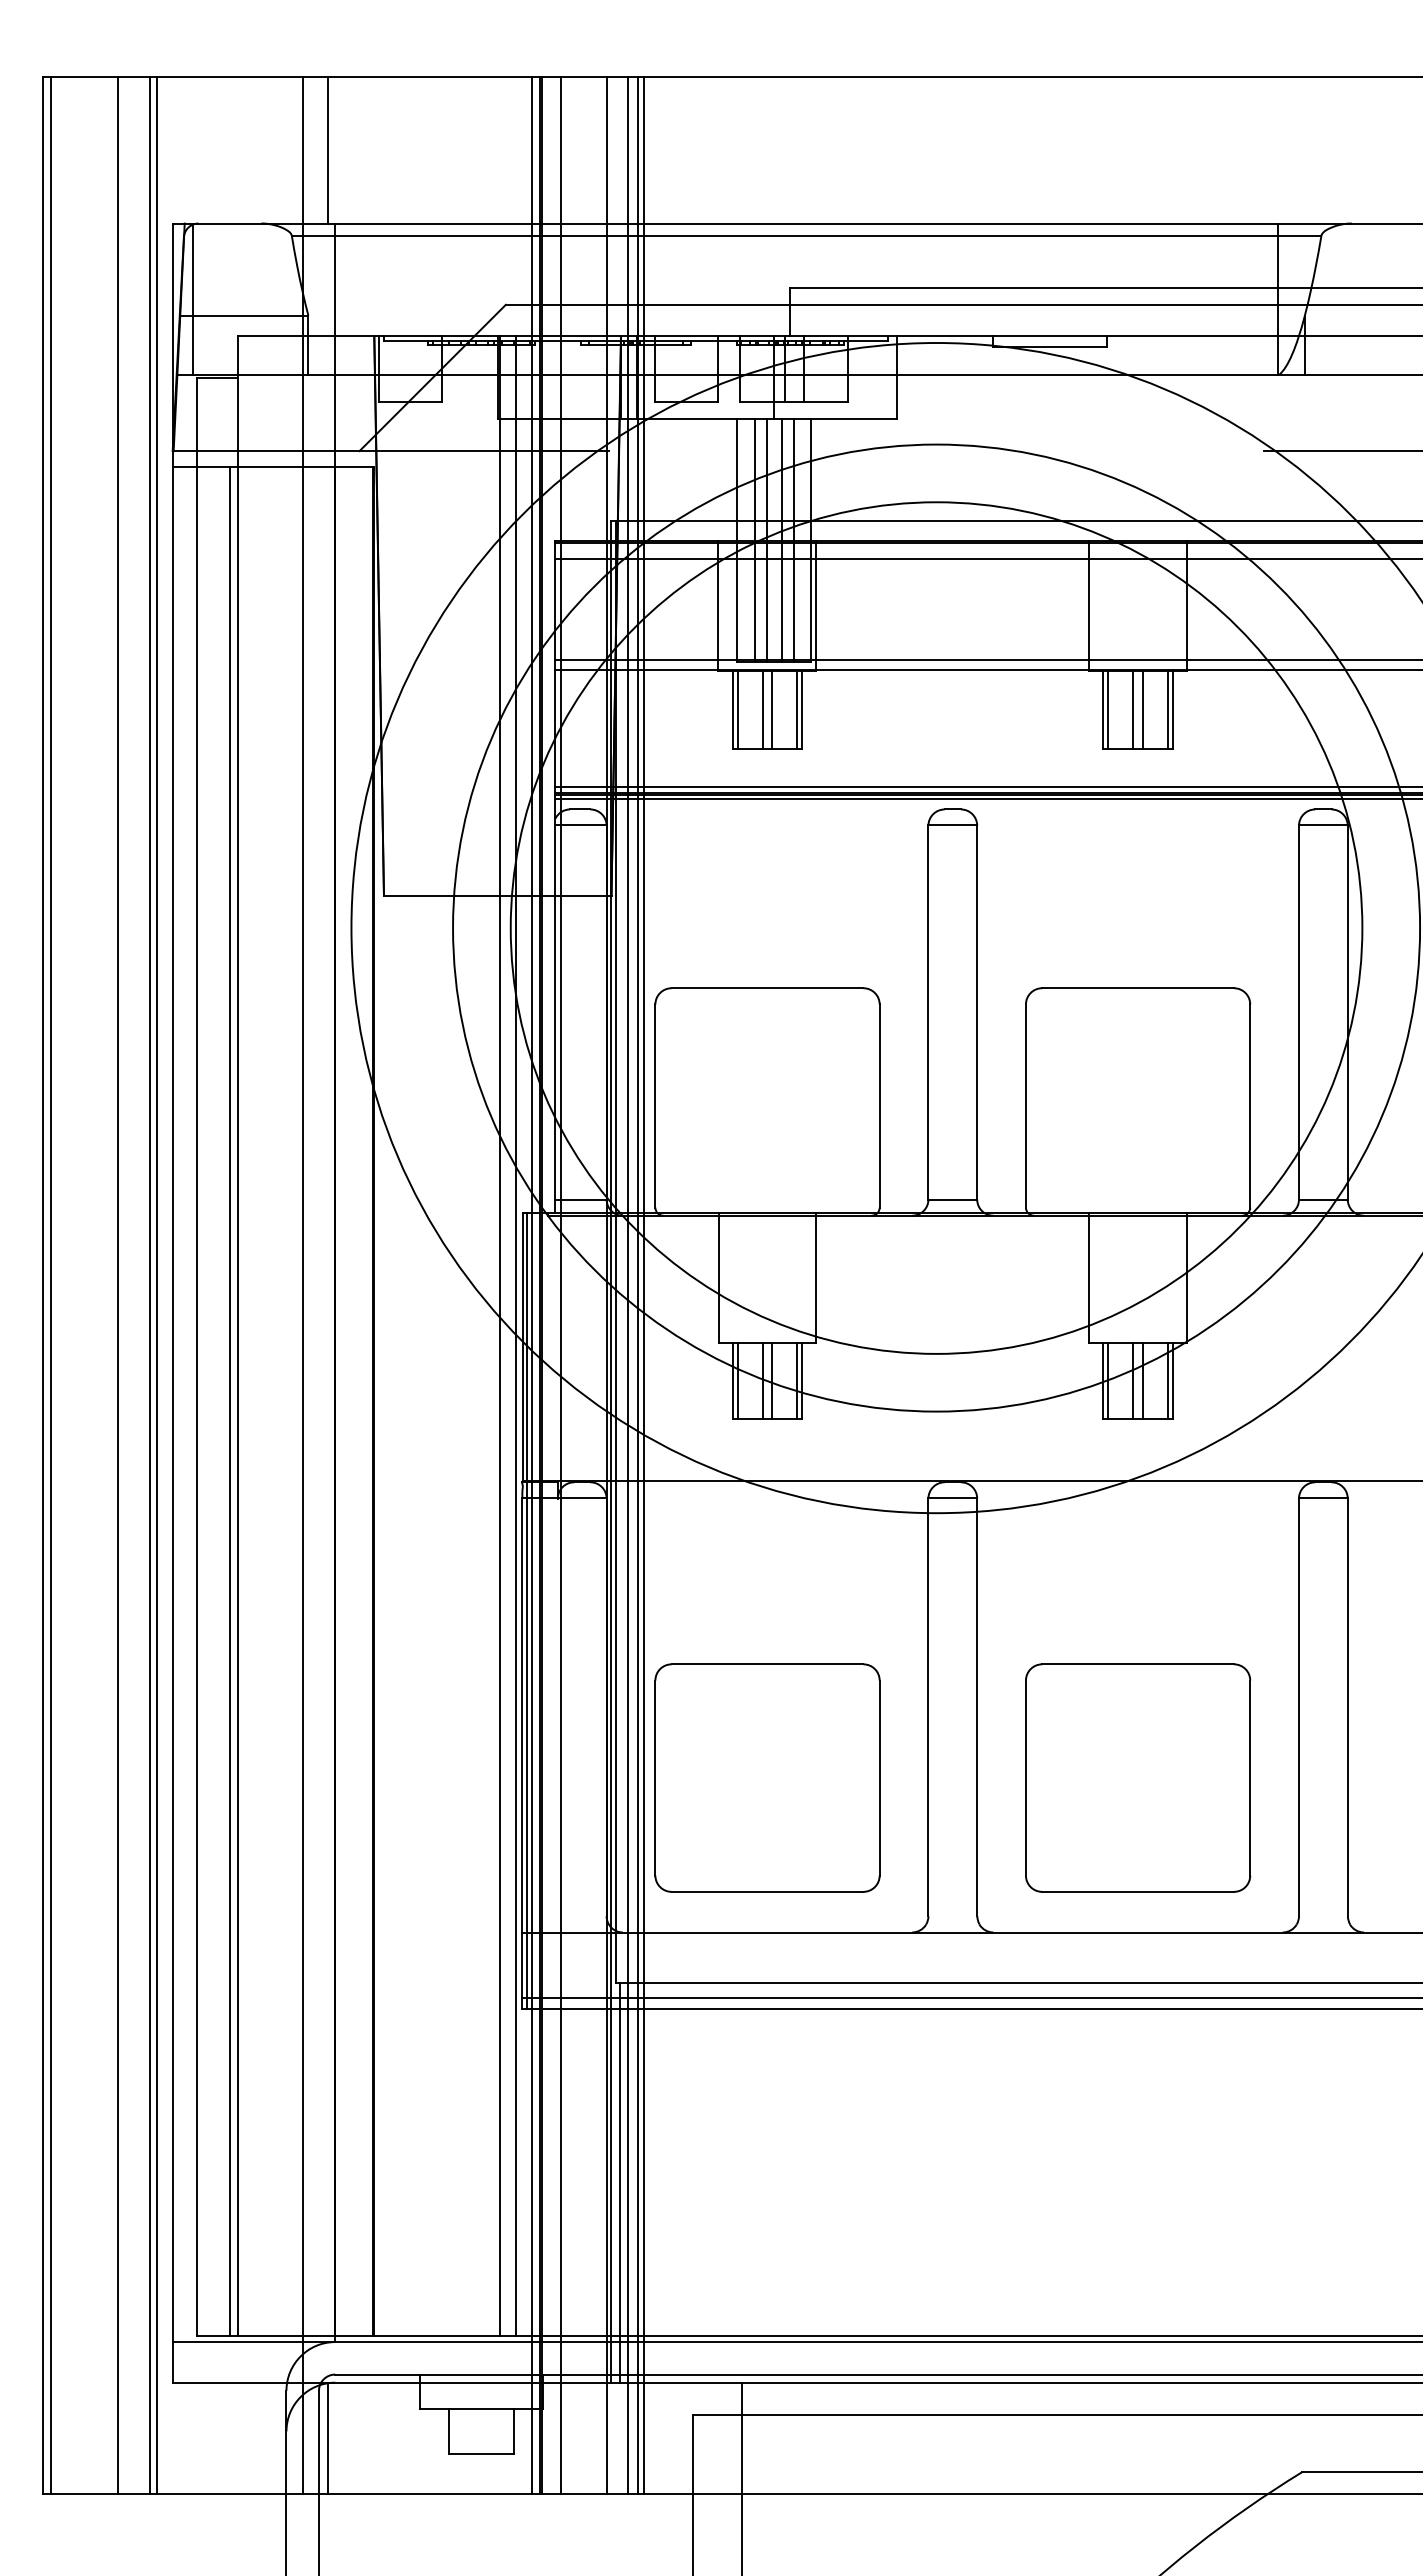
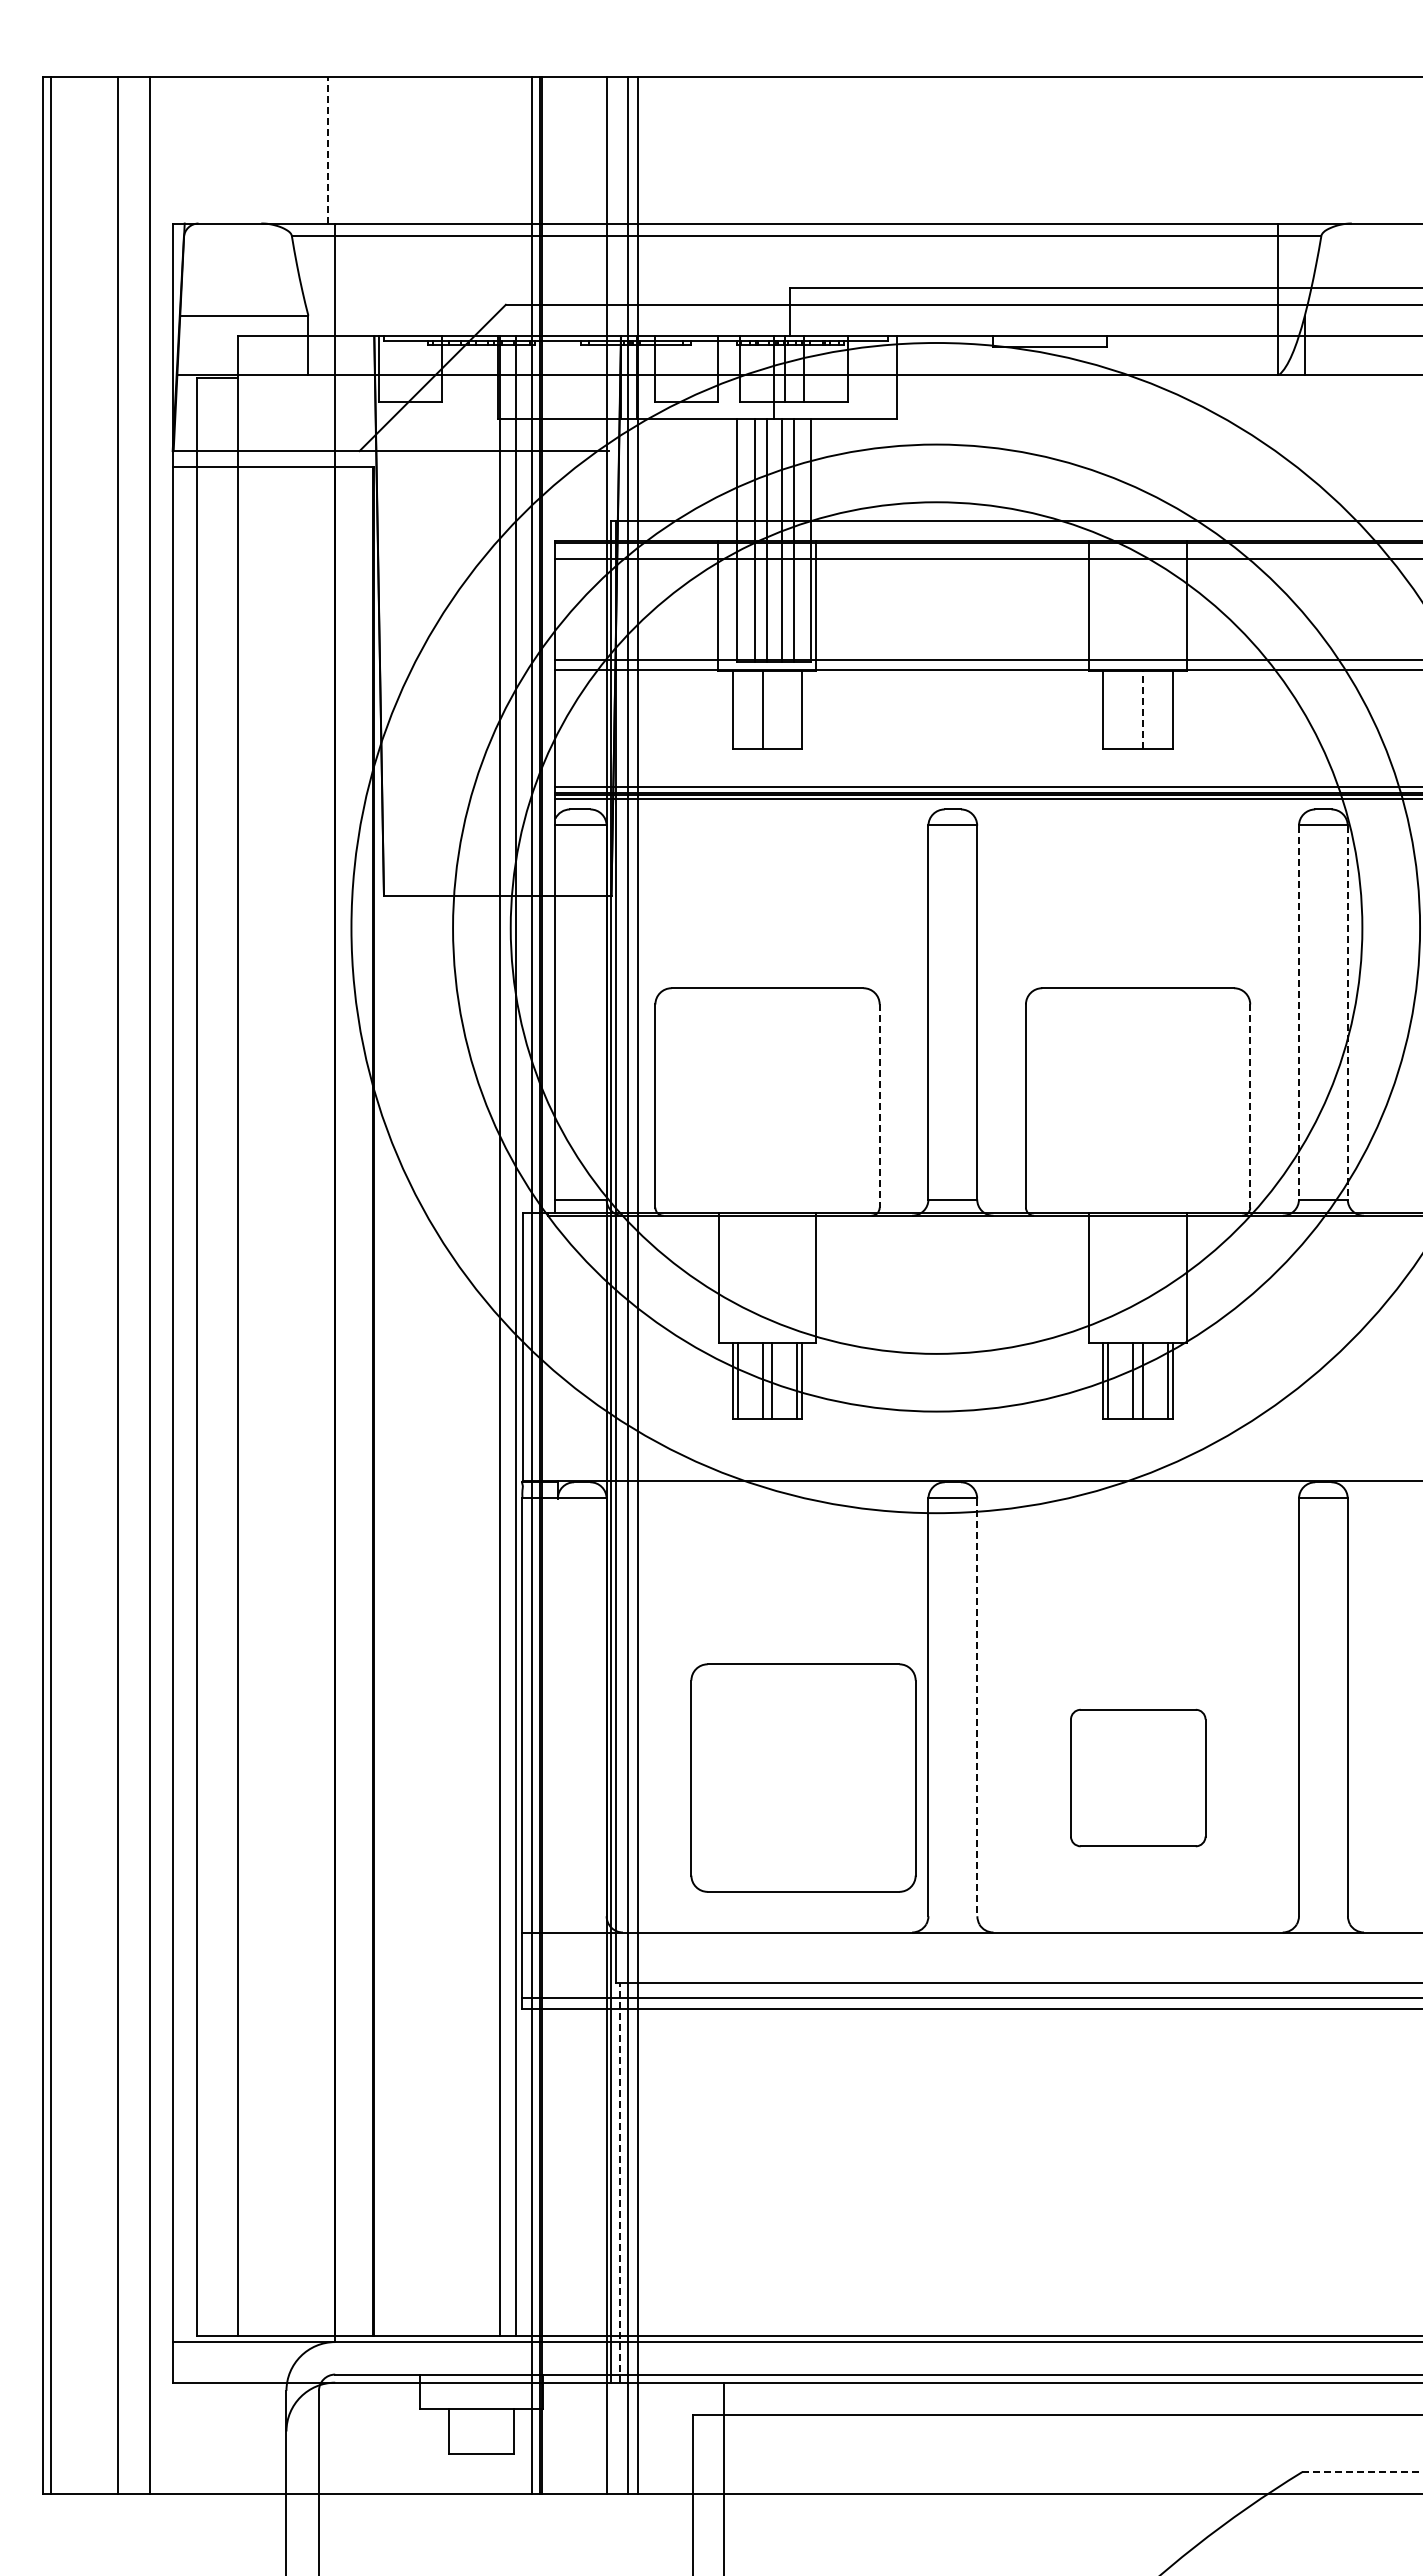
line at (327, 149): solid -> dashed
line at (193, 299): present -> none
line at (1341, 451): present -> none
line at (1142, 709): solid -> dashed
line at (737, 710): present -> none
line at (772, 710): present -> none
line at (797, 710): present -> none
line at (1108, 710): present -> none
line at (1133, 710): present -> none
line at (1168, 710): present -> none
line at (1298, 1012): solid -> dashed
line at (1347, 1012): solid -> dashed
line at (879, 1106): solid -> dashed
line at (1250, 1106): solid -> dashed
line at (157, 1285): present -> none
line at (302, 1285): present -> none
line at (561, 1285): present -> none
line at (644, 1285): present -> none
line at (229, 1401): present -> none
line at (526, 1610): present -> none
line at (977, 1707): solid -> dashed
part at (767, 1777) position: (767, 1777) -> (803, 1777)
part at (1138, 1777) size: 227x230 px -> 137x140 px
line at (620, 2183): solid -> dashed
line at (327, 2438): present -> none
line at (1362, 2472): solid -> dashed
line at (741, 2477) position: (741, 2477) -> (723, 2477)
